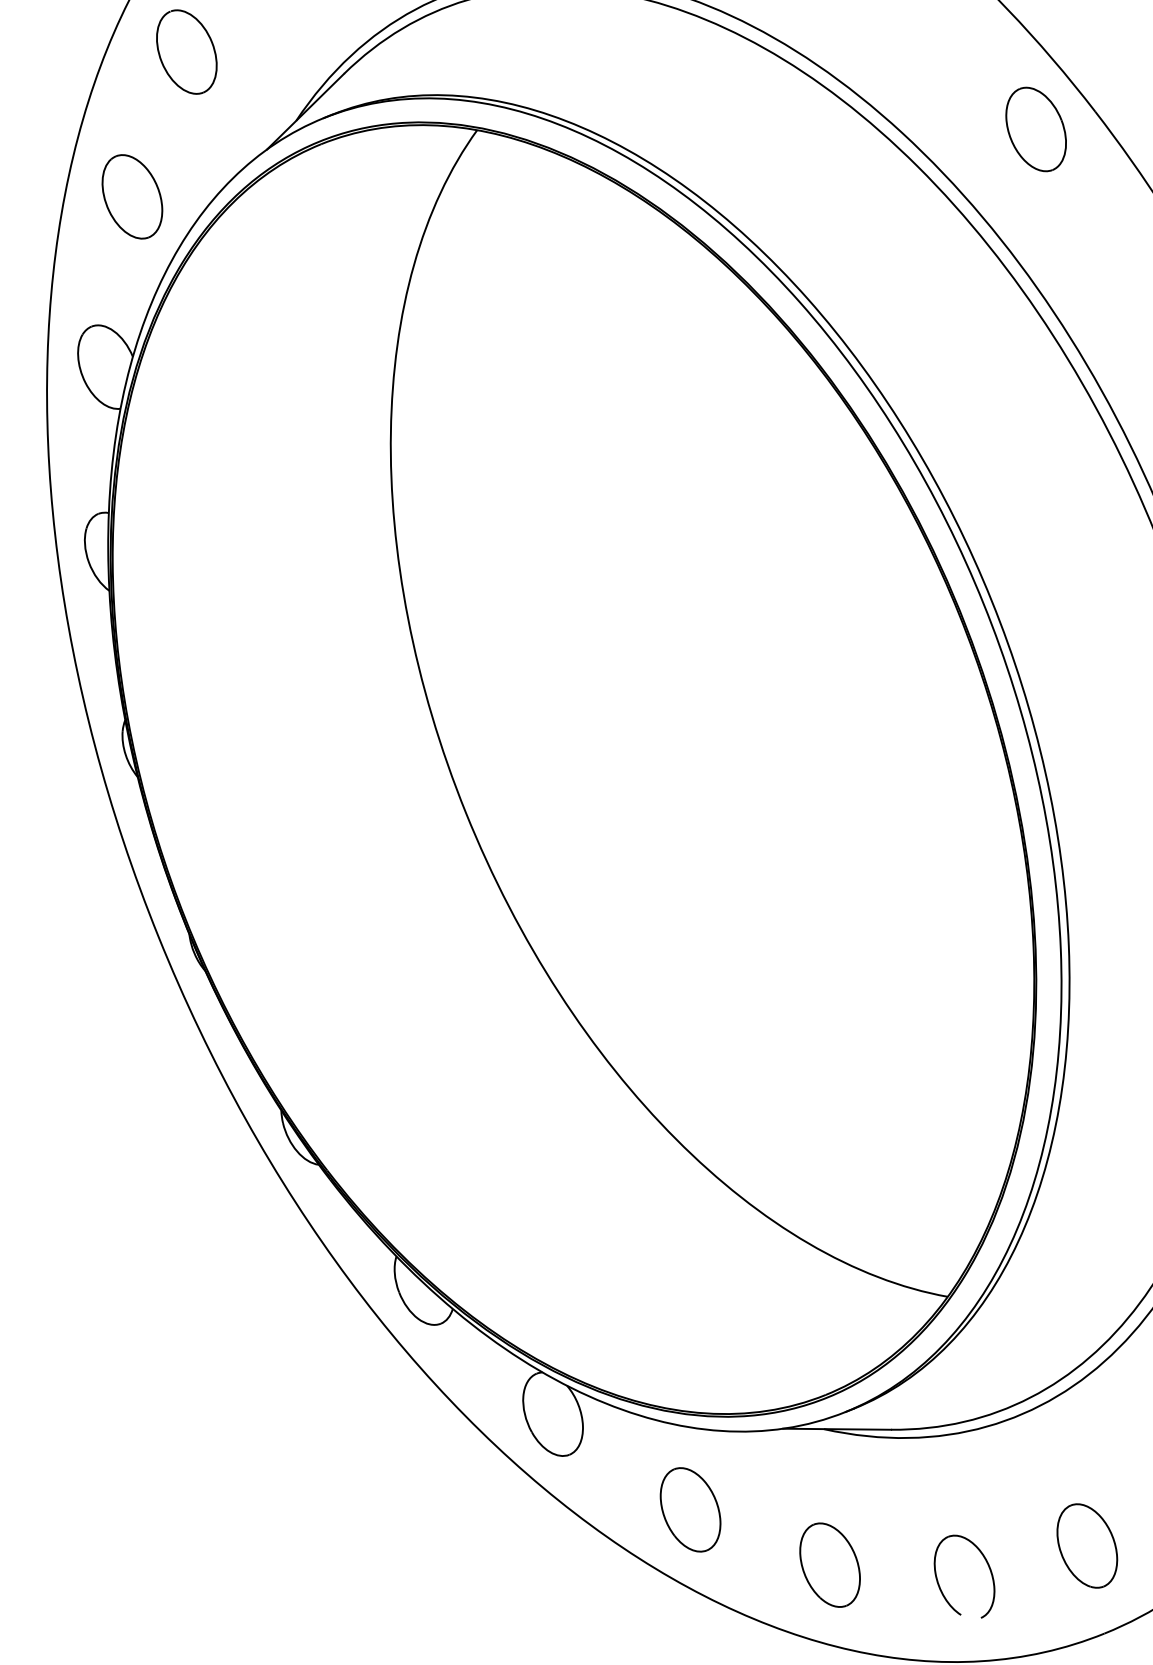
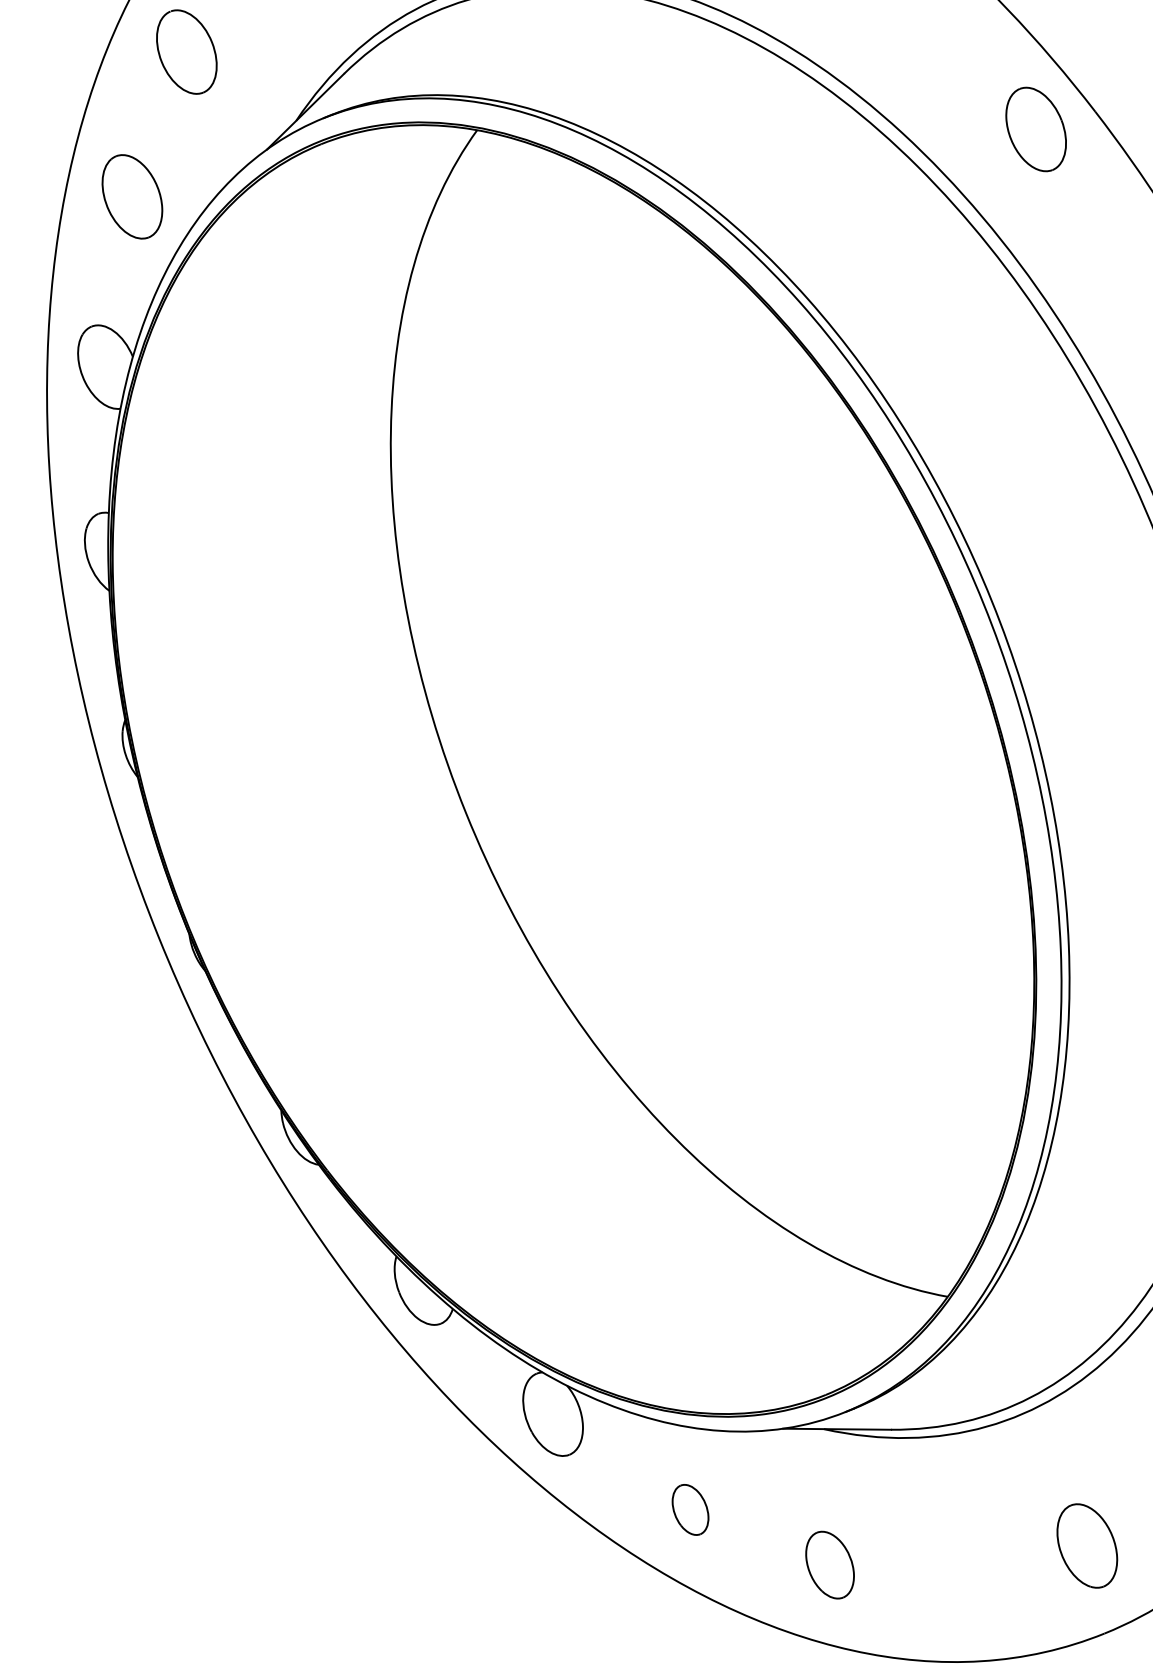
part at (690, 1509) size: 63x86 px -> 39x52 px
part at (829, 1564) size: 62x86 px -> 50x70 px
part at (987, 1565): present -> none
